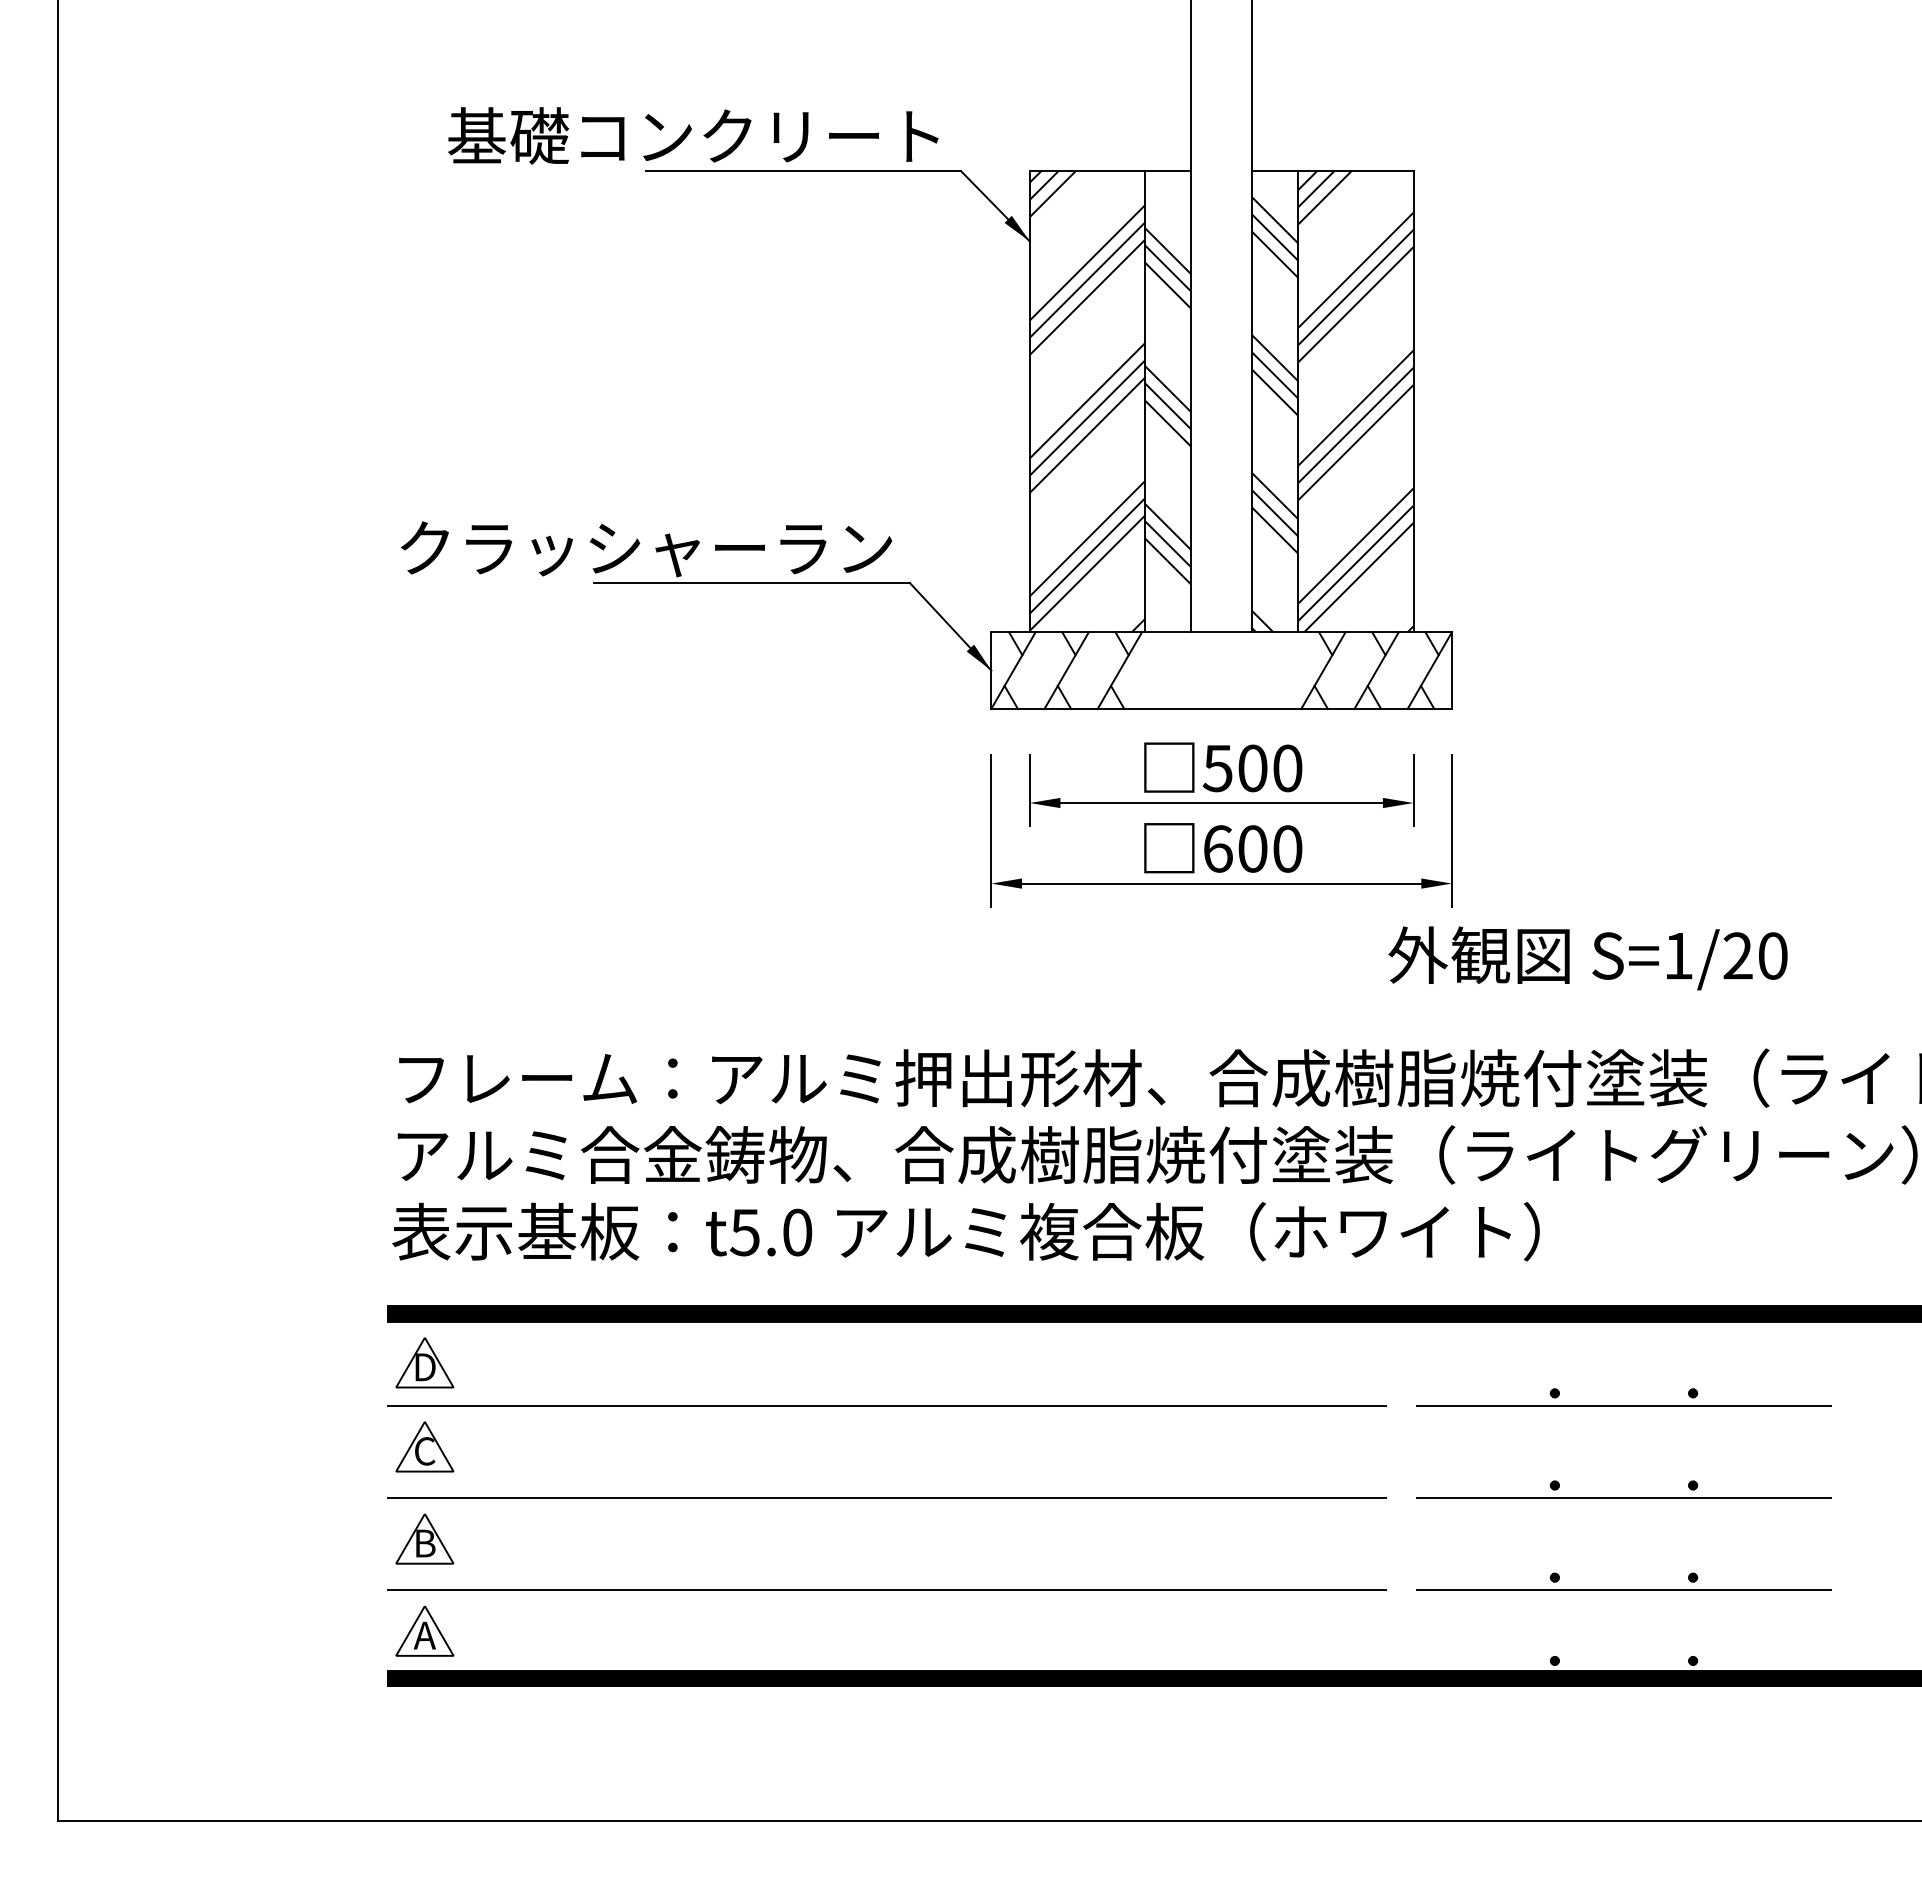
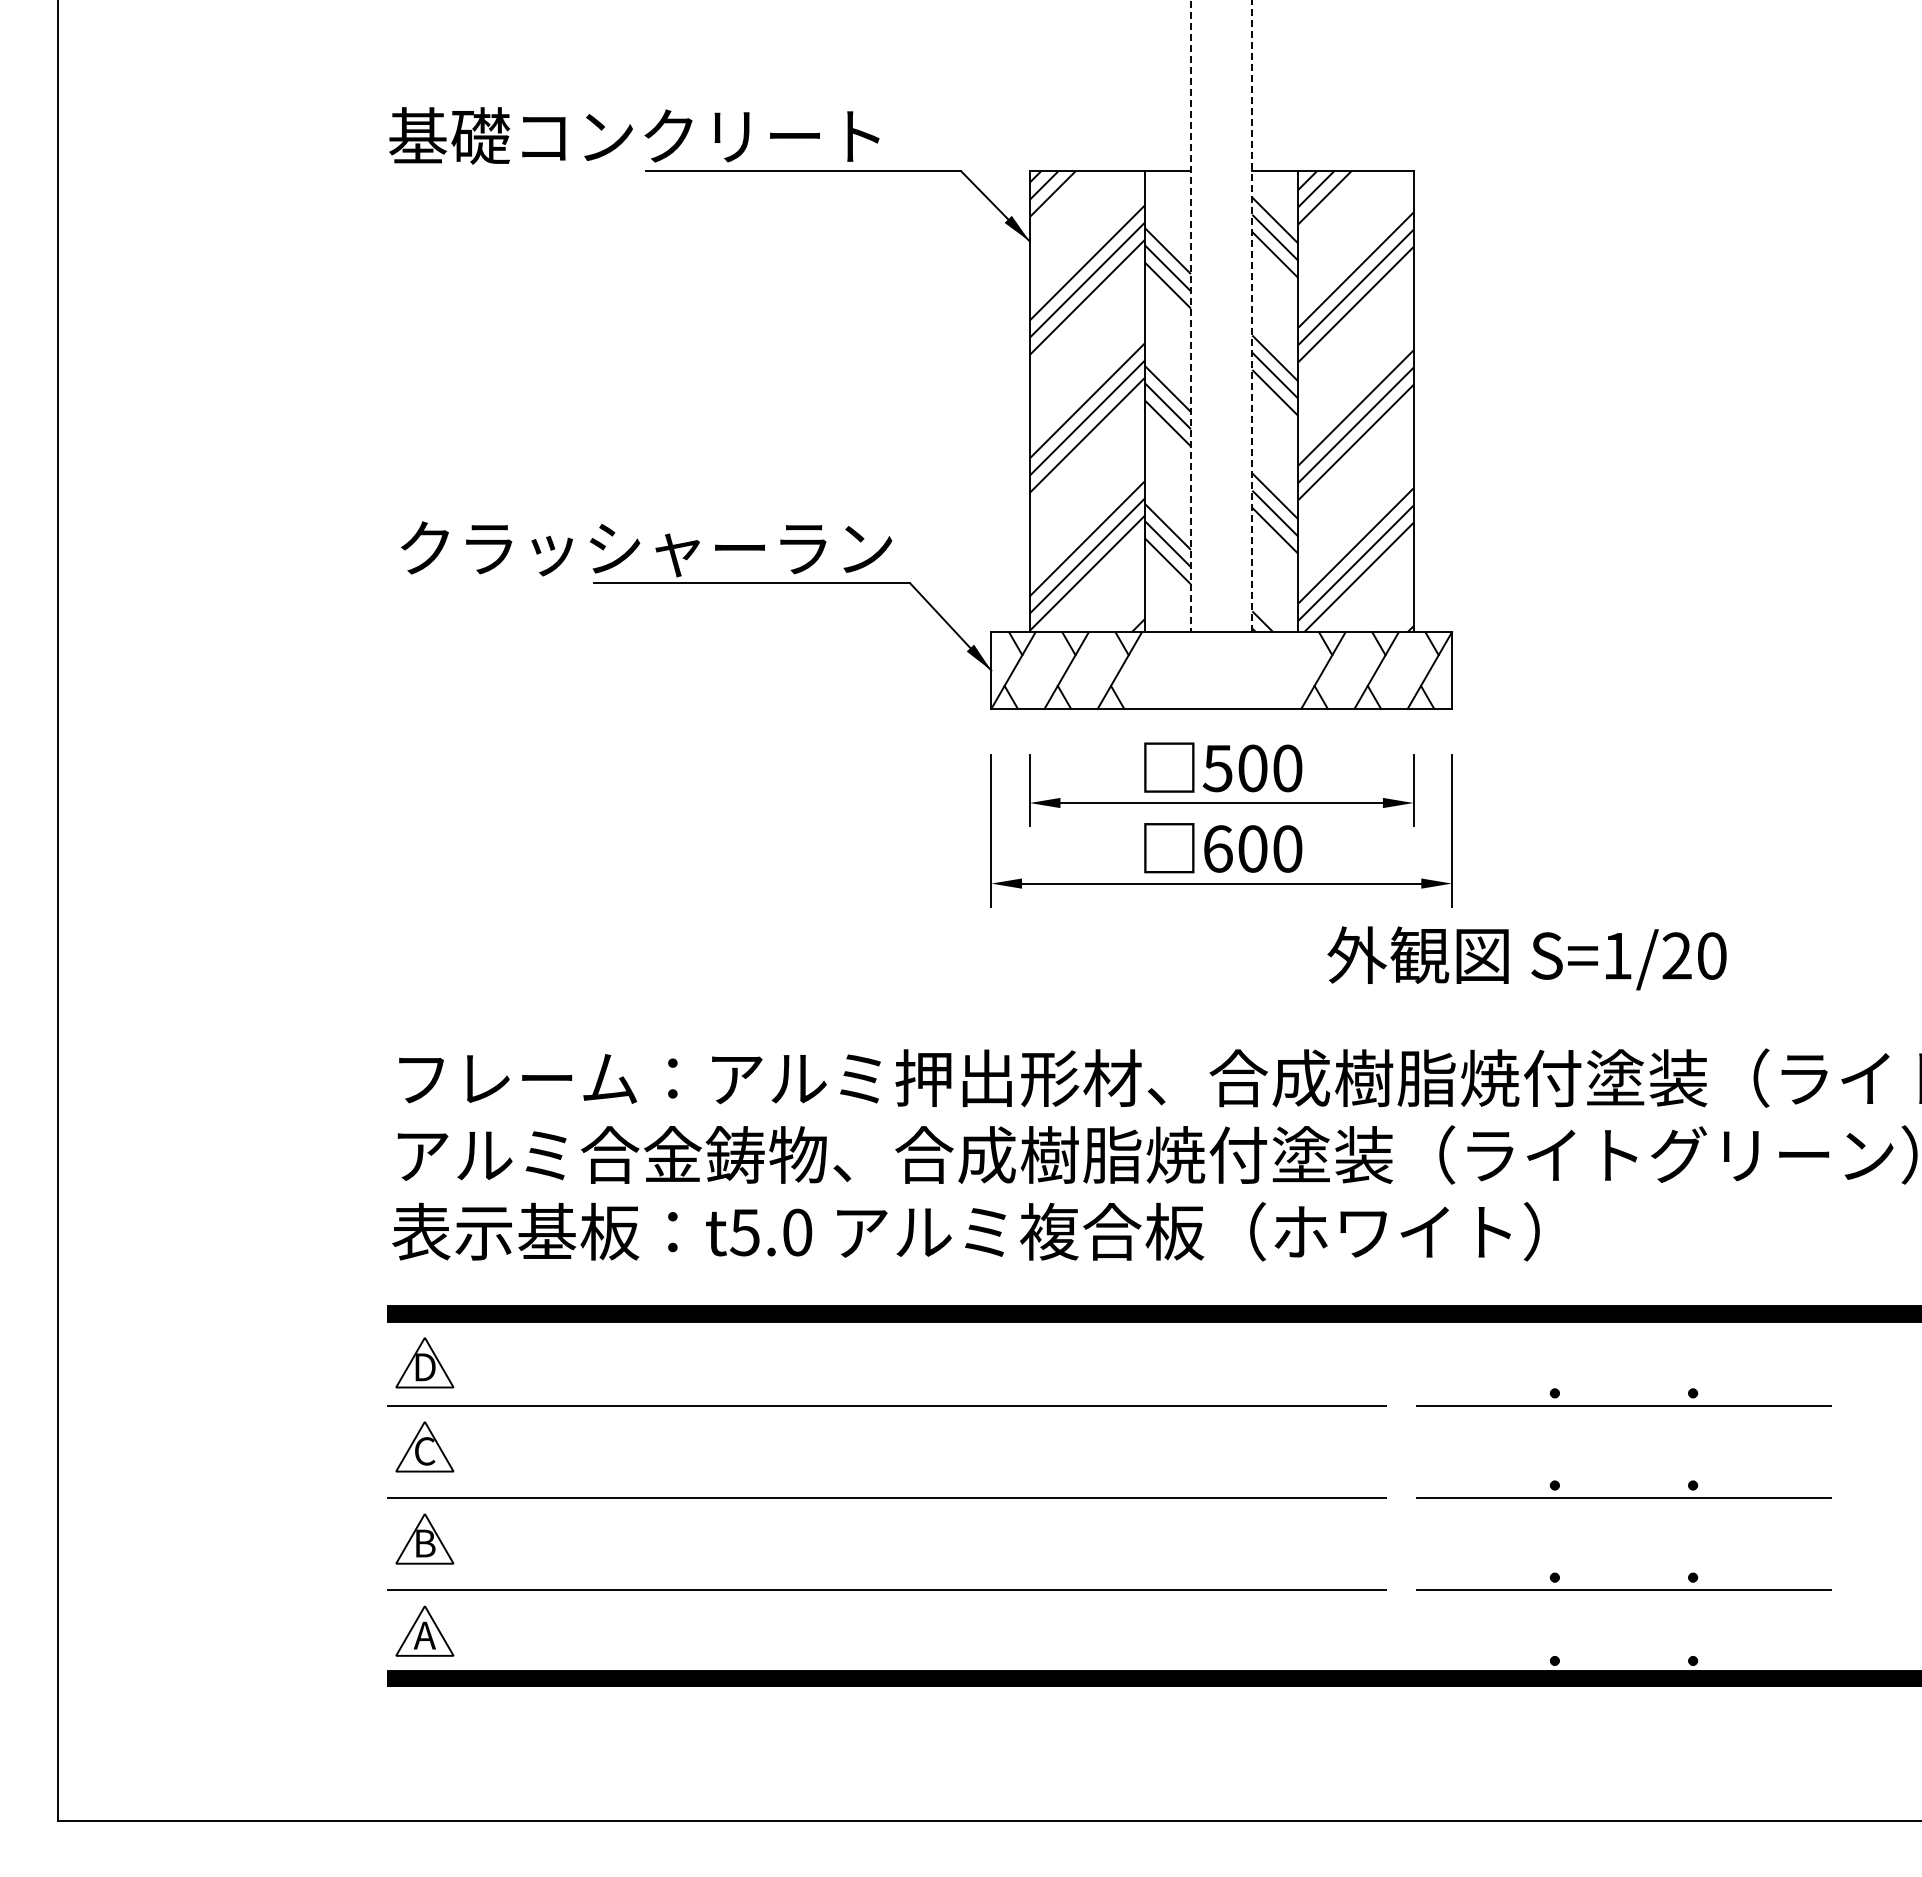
text at (693, 135) position: (693, 135) -> (634, 135)
line at (1190, 316): solid -> dashed
line at (1252, 316): solid -> dashed
text at (1587, 958) position: (1587, 958) -> (1526, 958)
